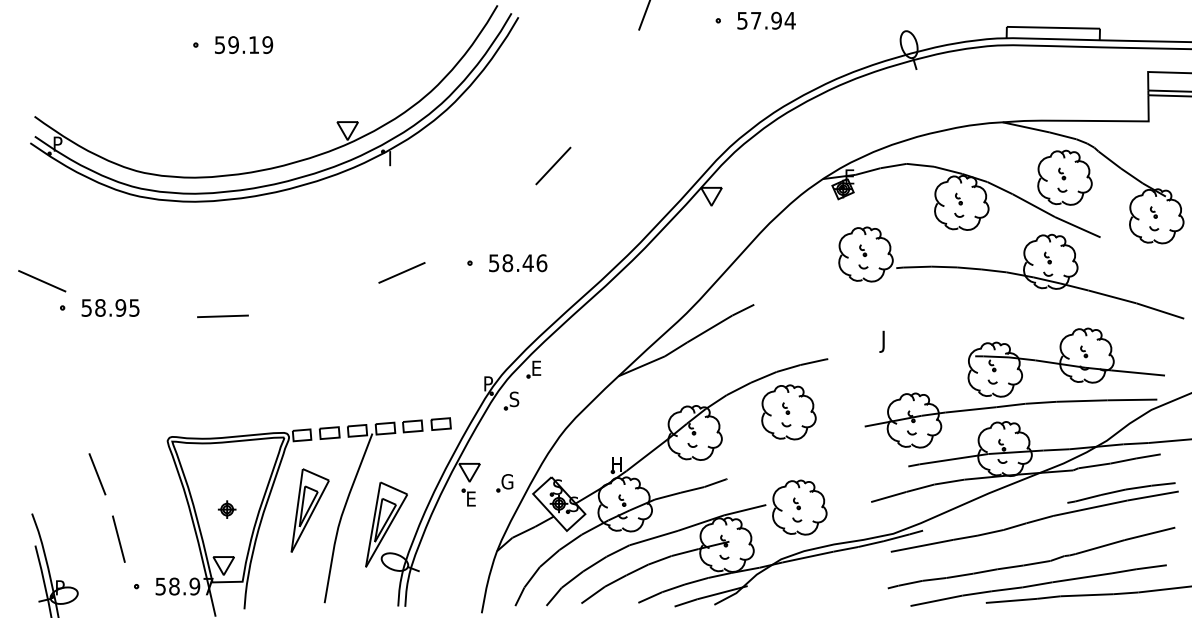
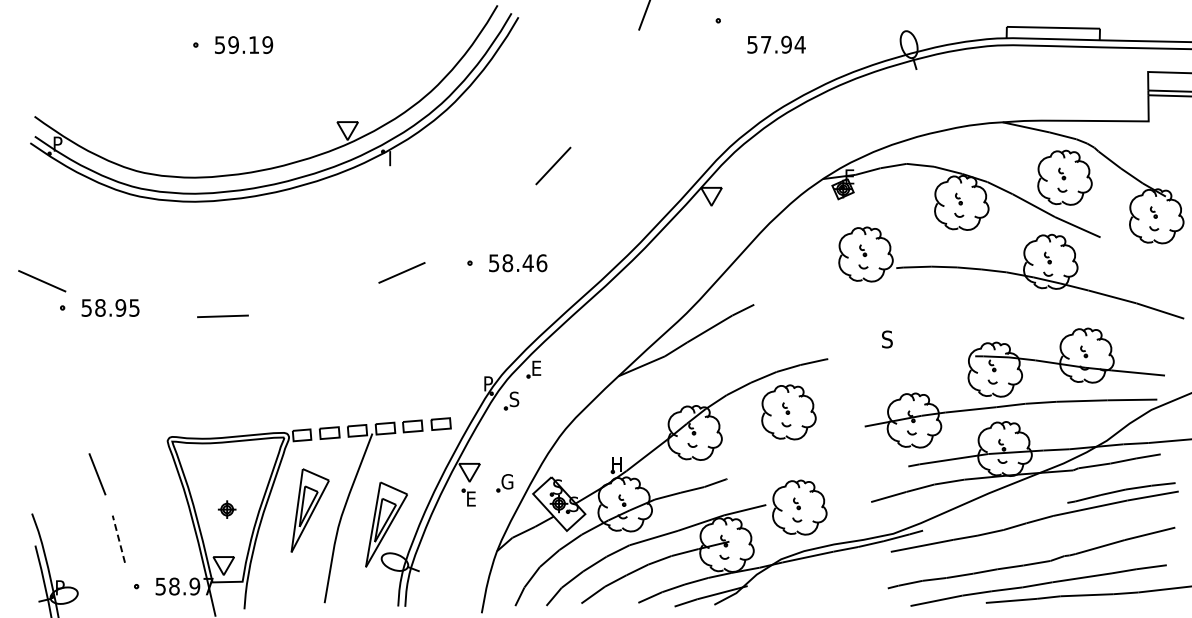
text at (766, 20) position: (766, 20) -> (776, 44)
text at (885, 341): J -> S
line at (118, 538): solid -> dashed
